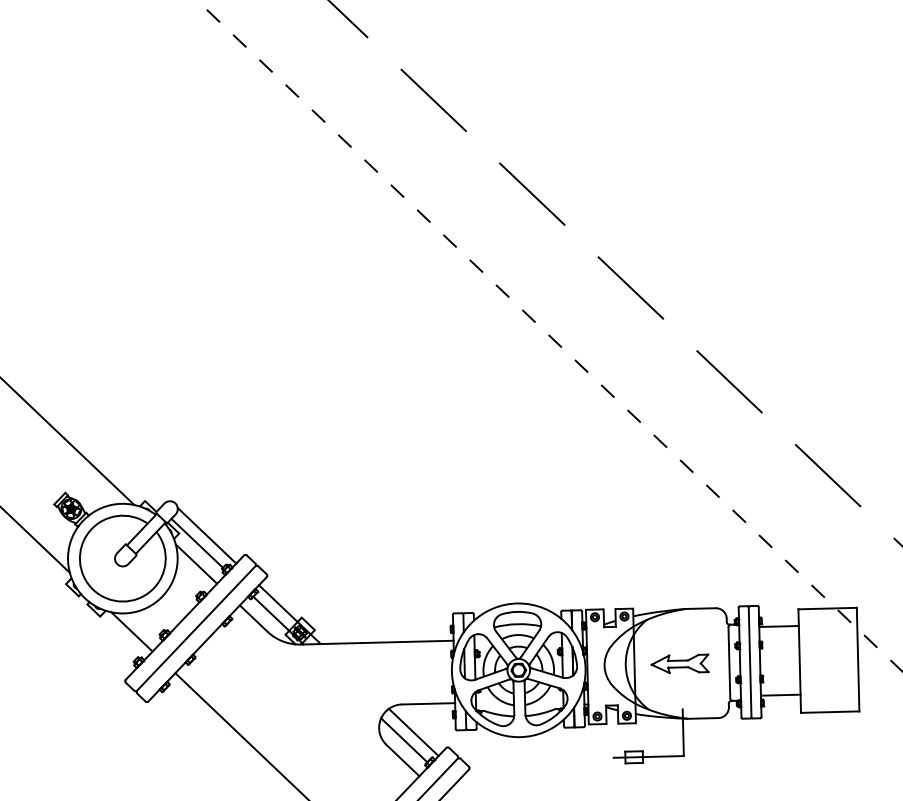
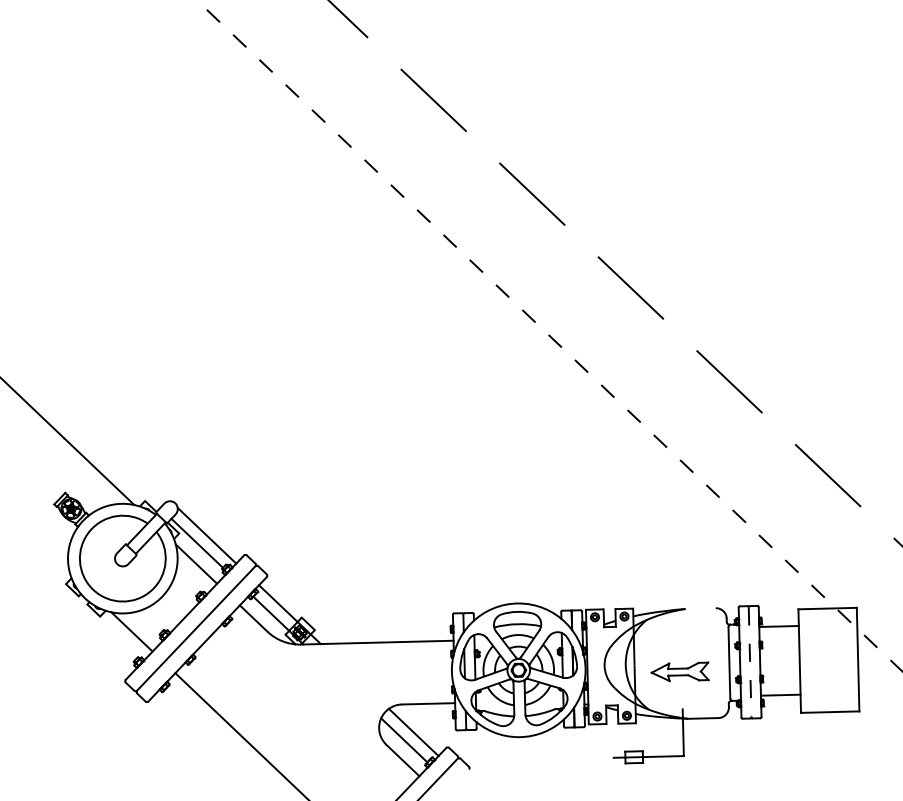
line at (35, 540): present -> none
line at (700, 608): present -> none
line at (750, 662): solid -> dashed
part at (679, 663) position: (679, 663) -> (679, 671)
line at (455, 783): present -> none
